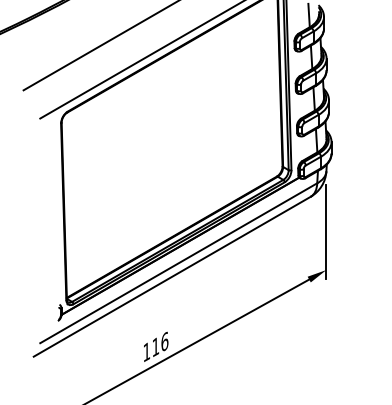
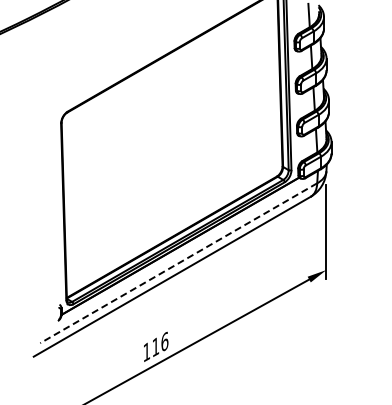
line at (99, 46): present -> none
line at (140, 60): present -> none
line at (178, 263): solid -> dashed
